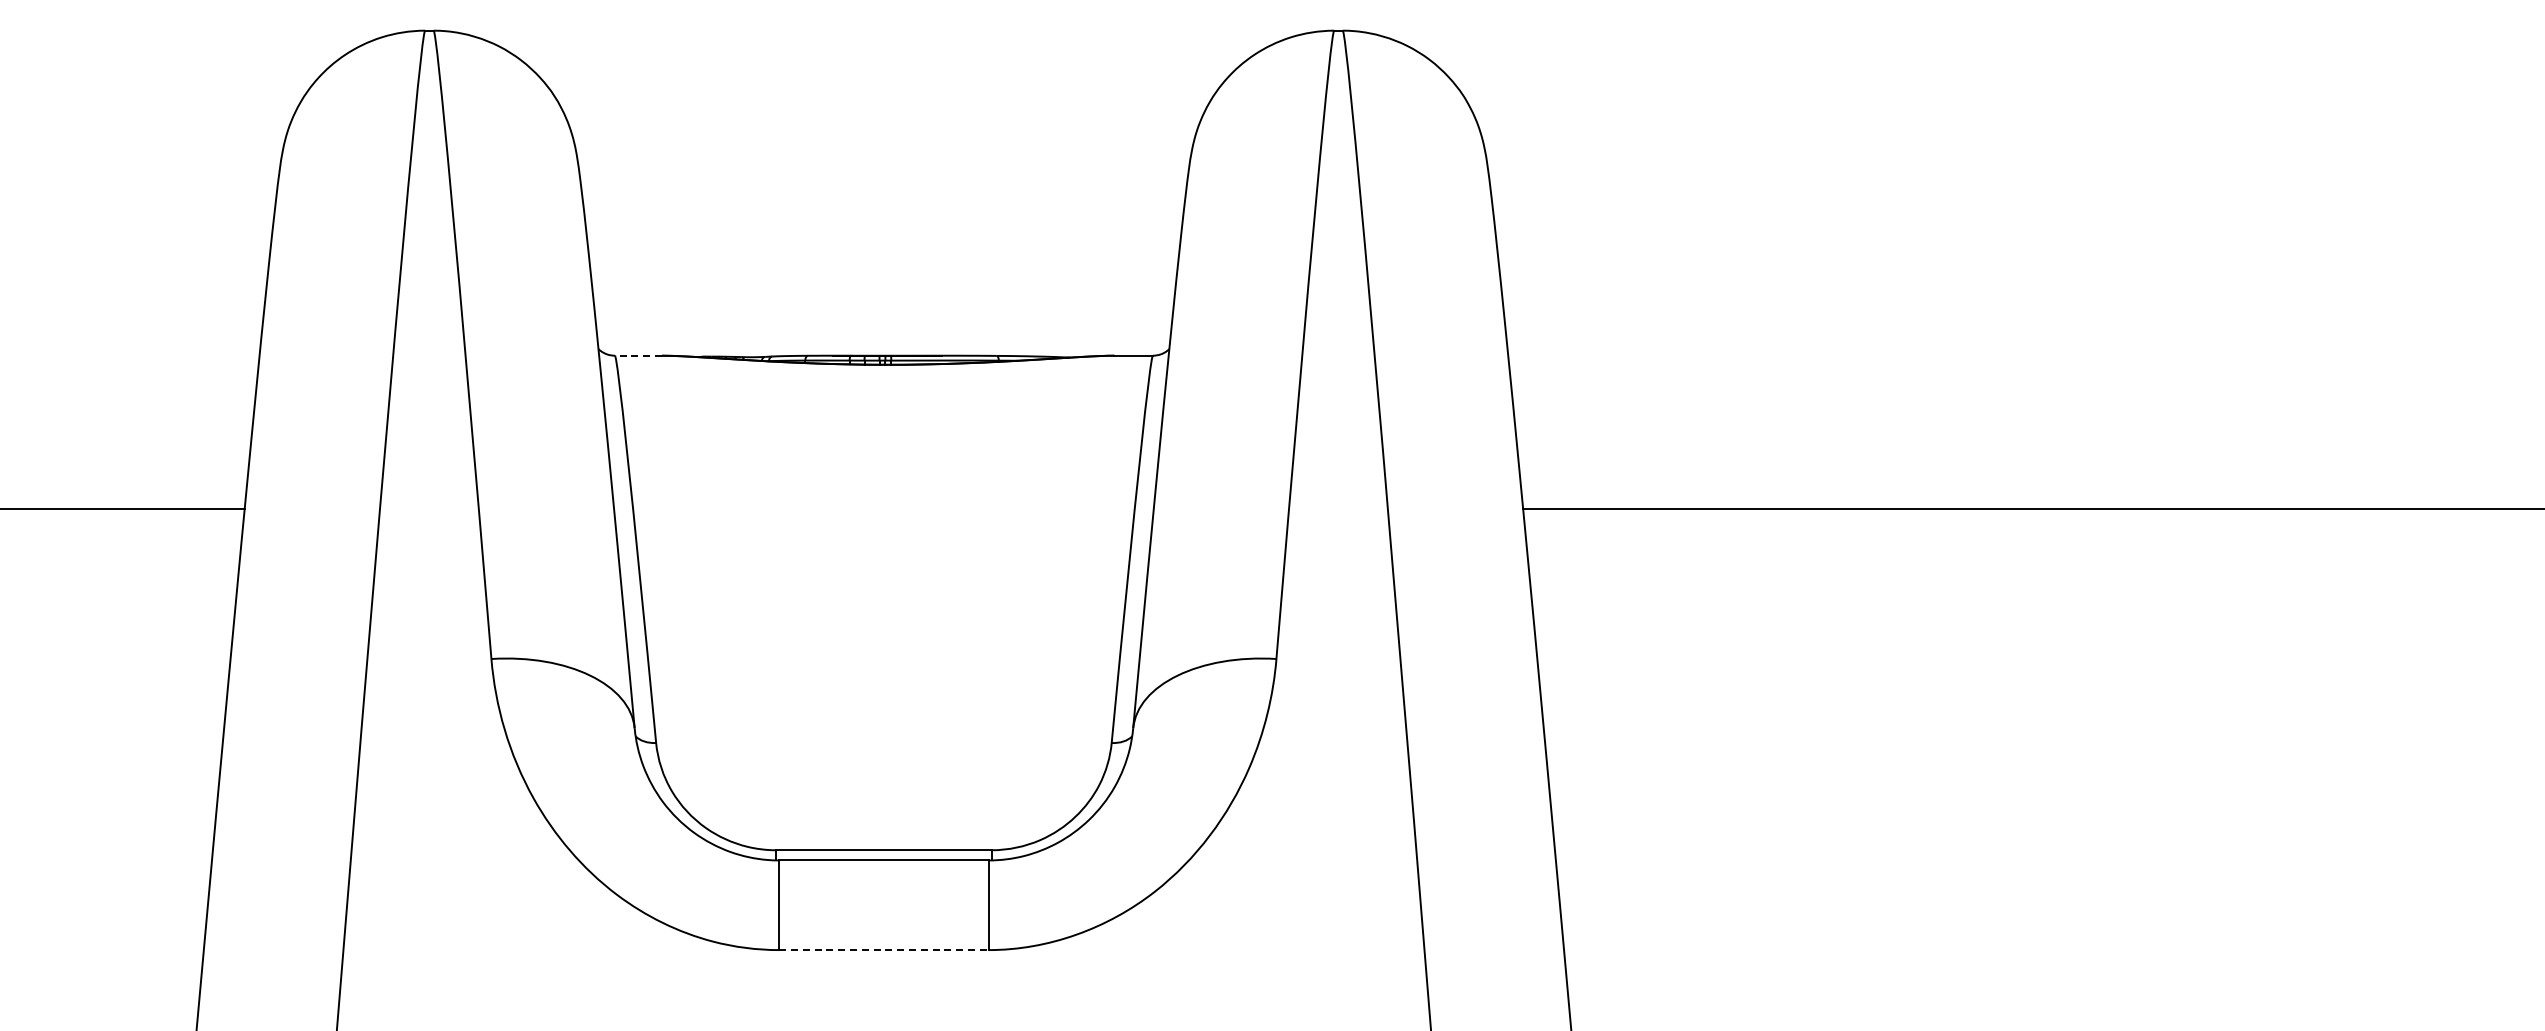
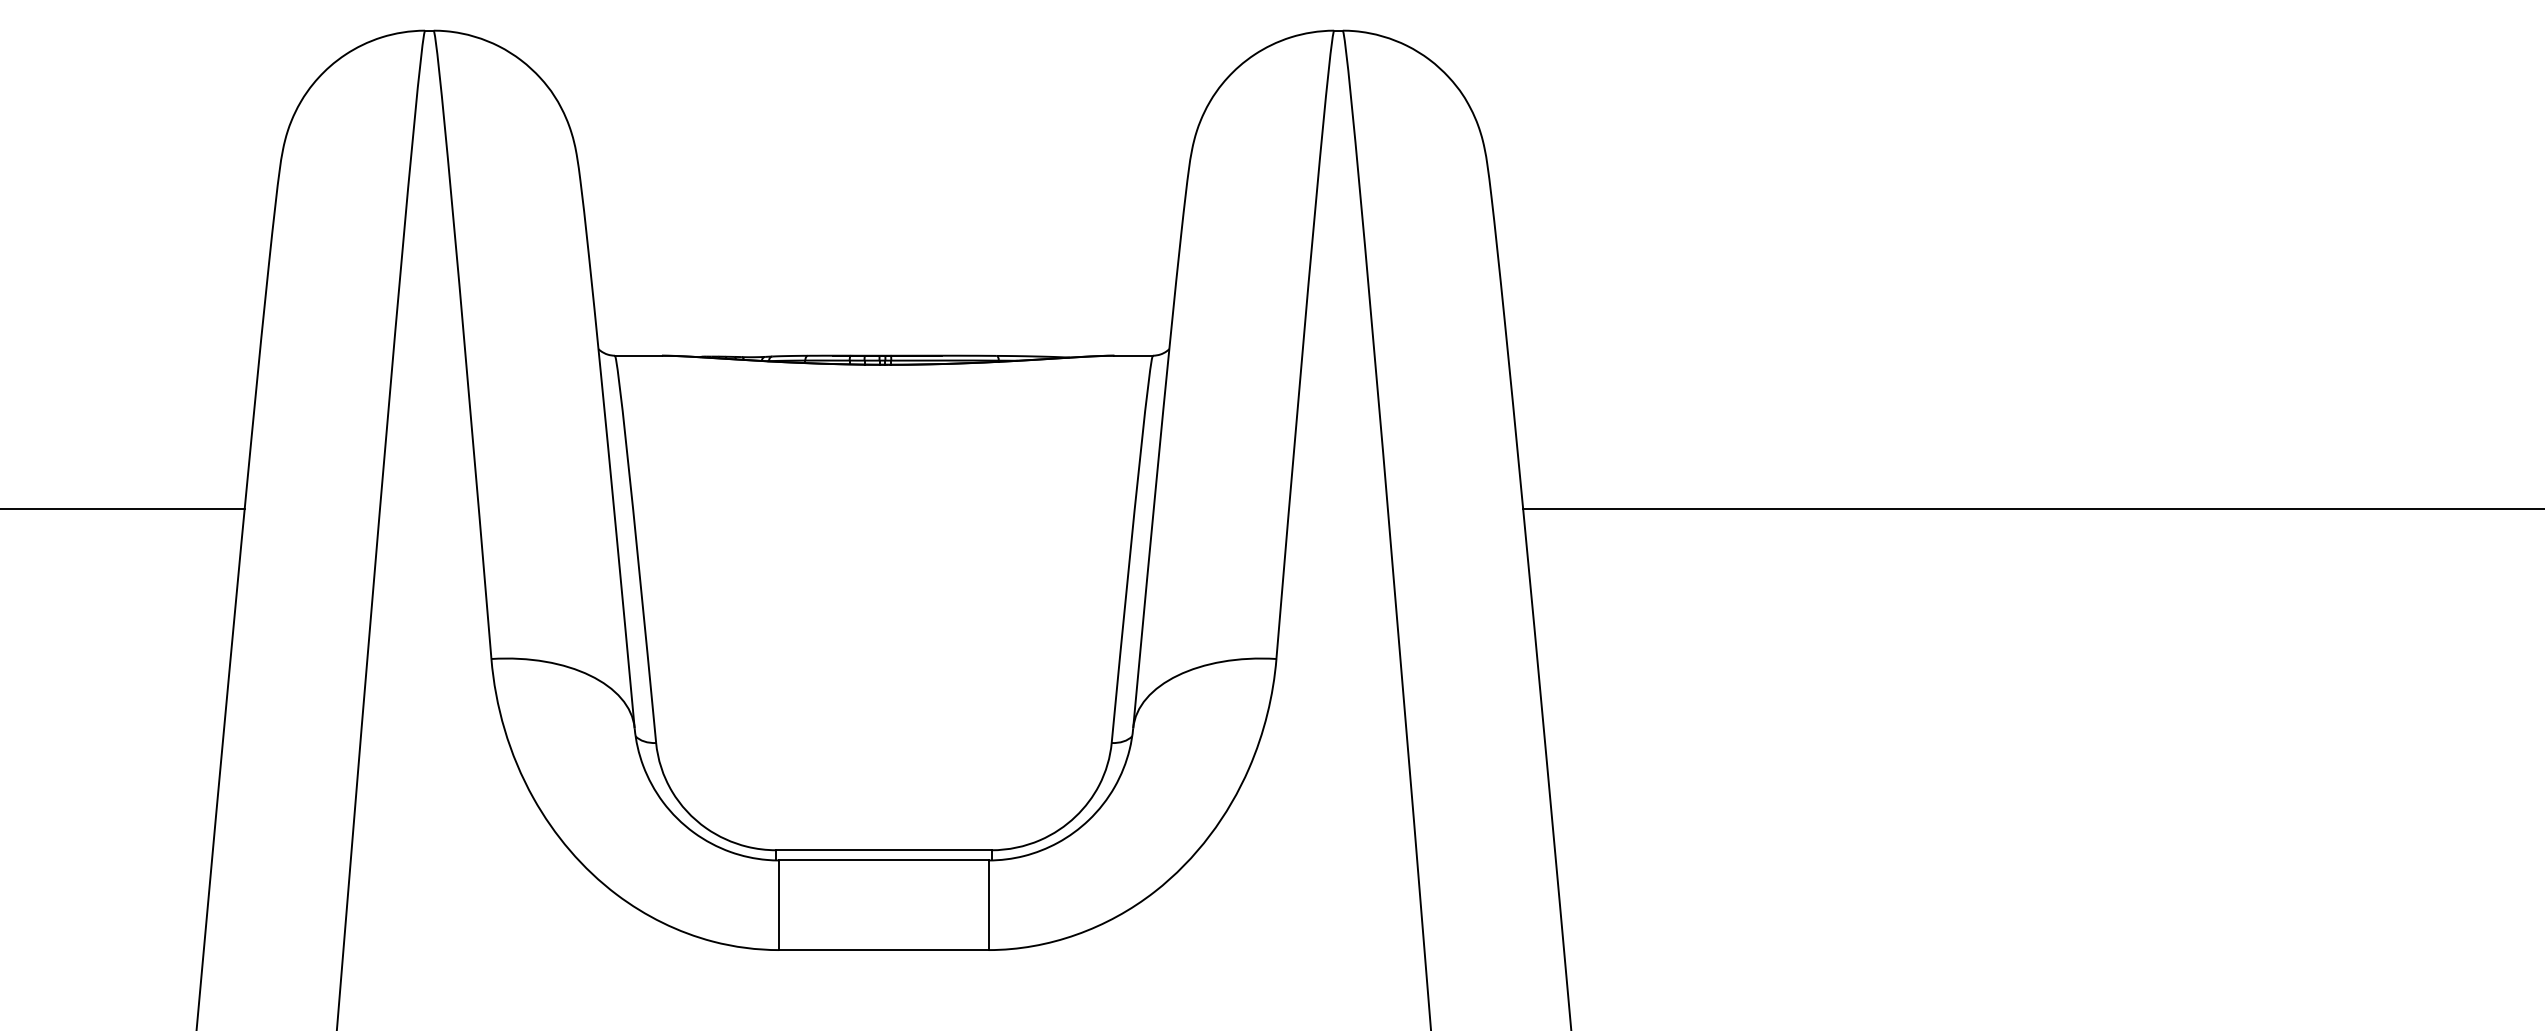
line at (637, 355): dashed -> solid
line at (883, 950): dashed -> solid
